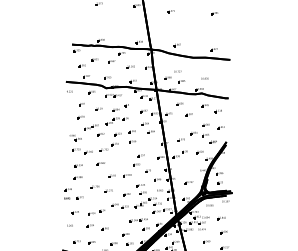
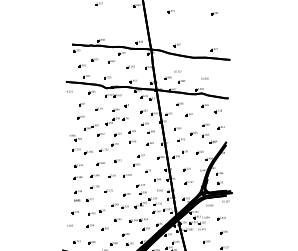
part at (177, 128): none -> present
part at (149, 143): none -> present
part at (117, 160): none -> present
part at (186, 169): none -> present
part at (94, 175): none -> present
part at (73, 193) position: (73, 193) -> (83, 195)
part at (117, 219): none -> present
